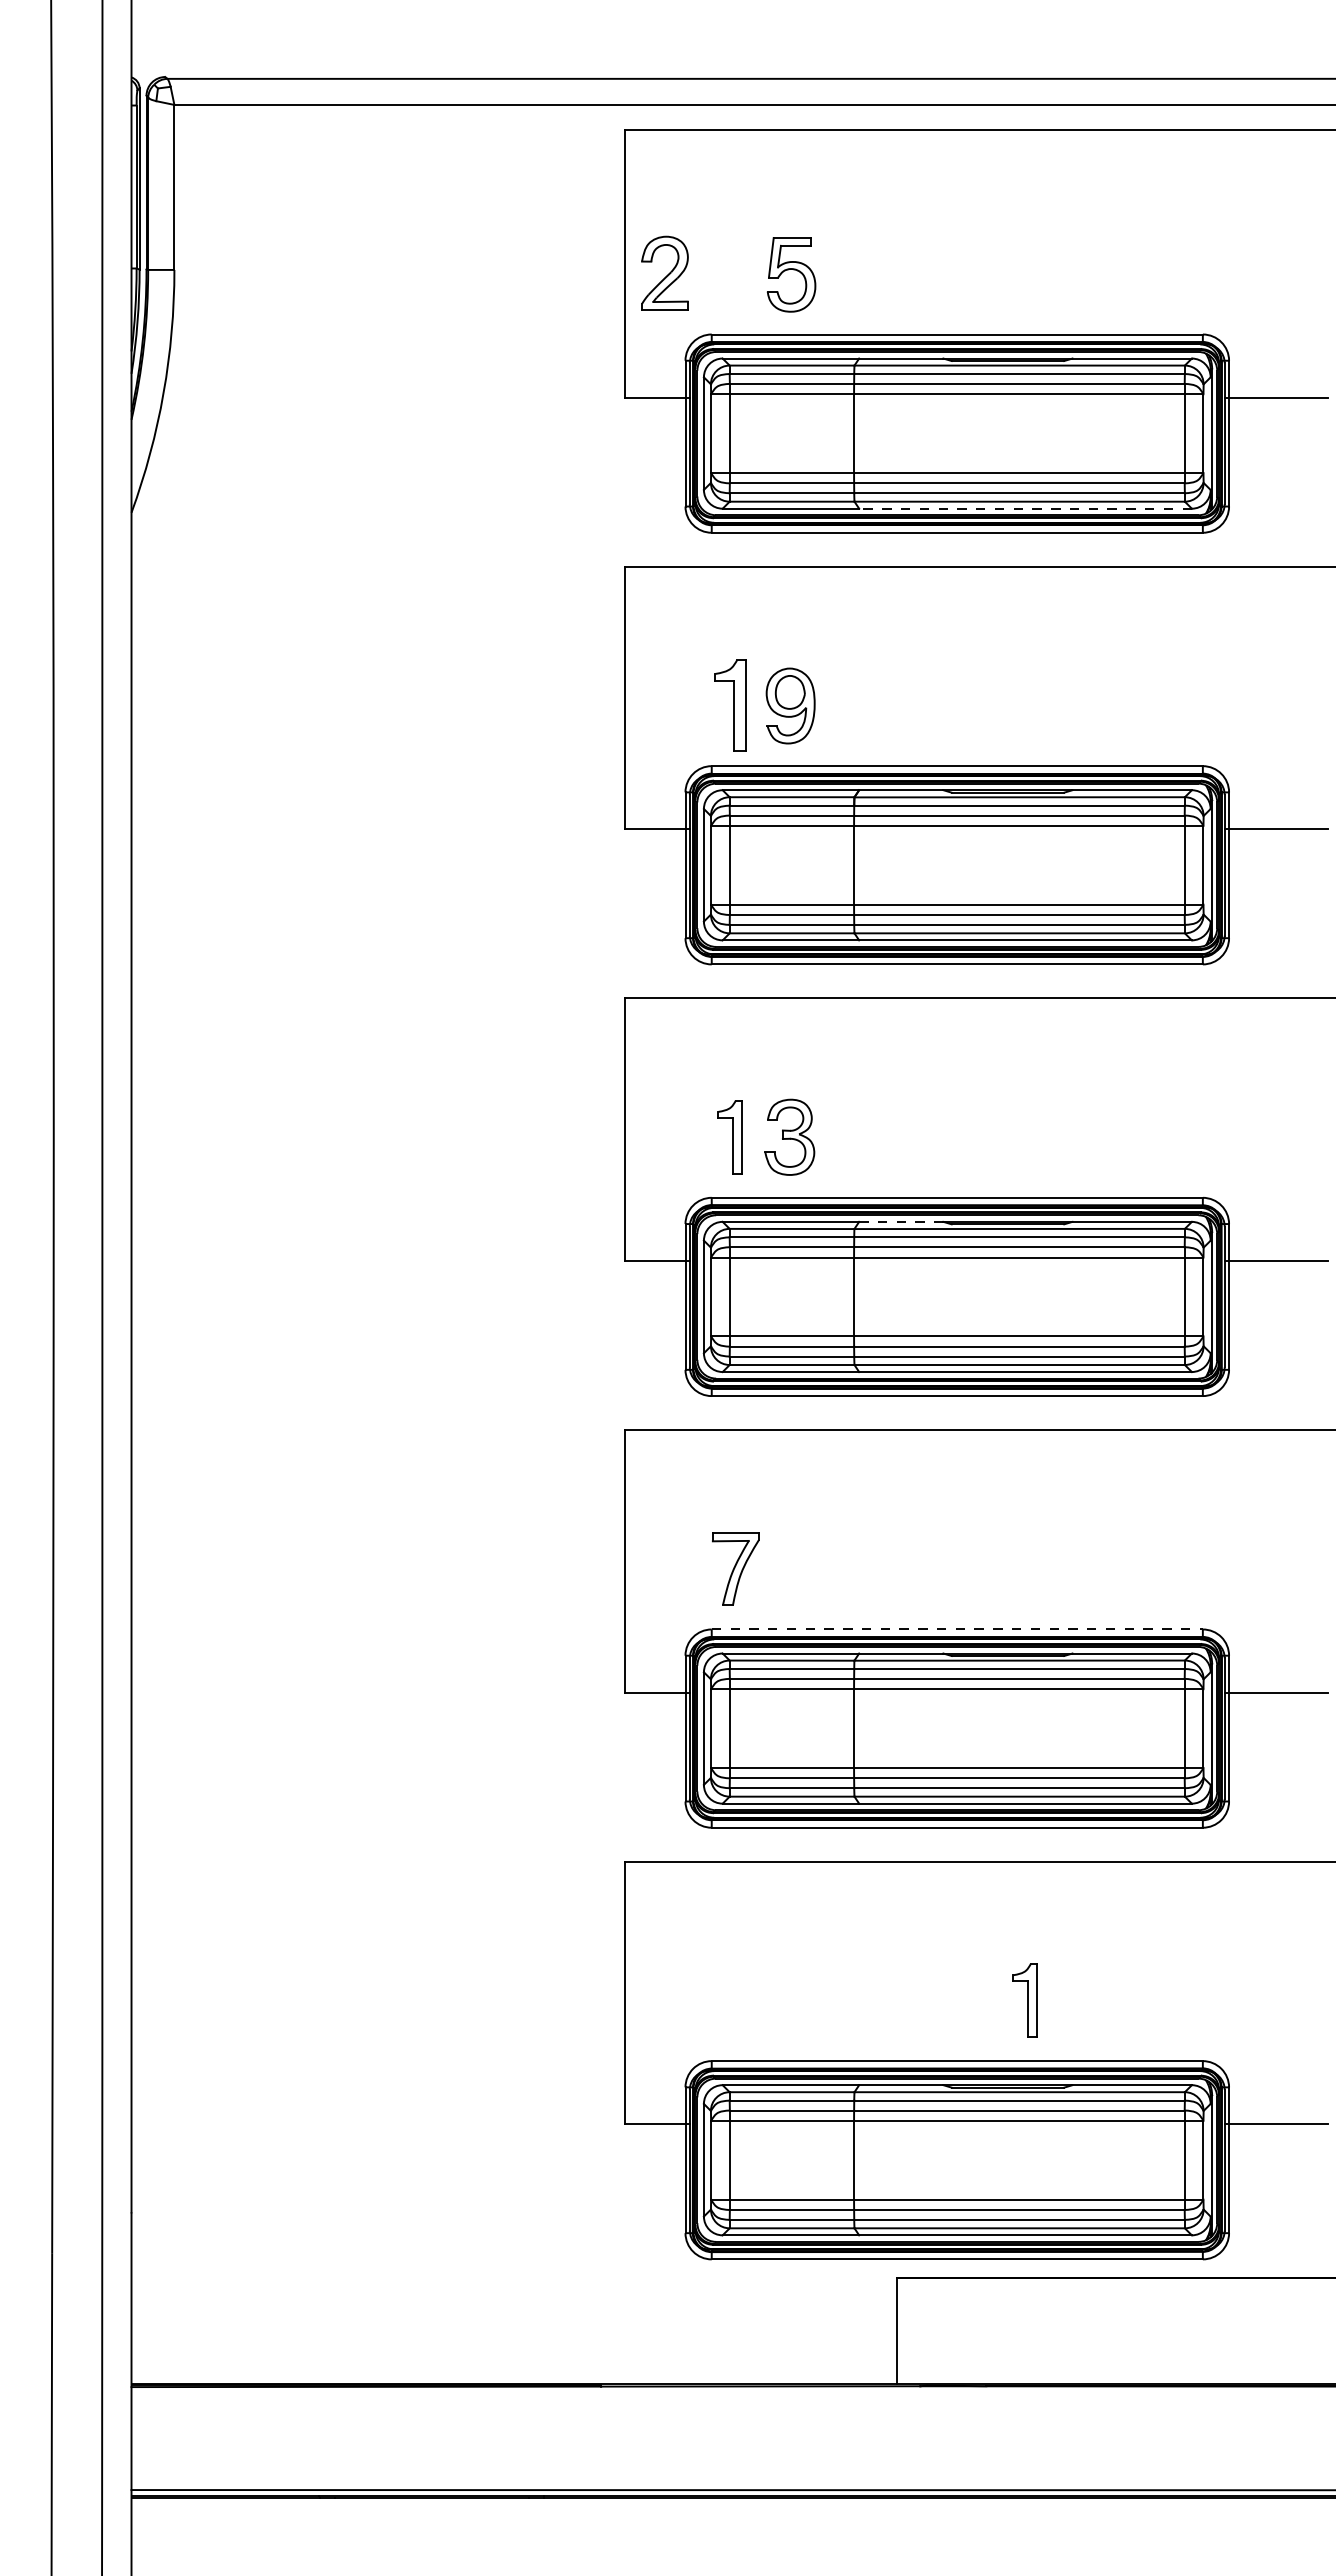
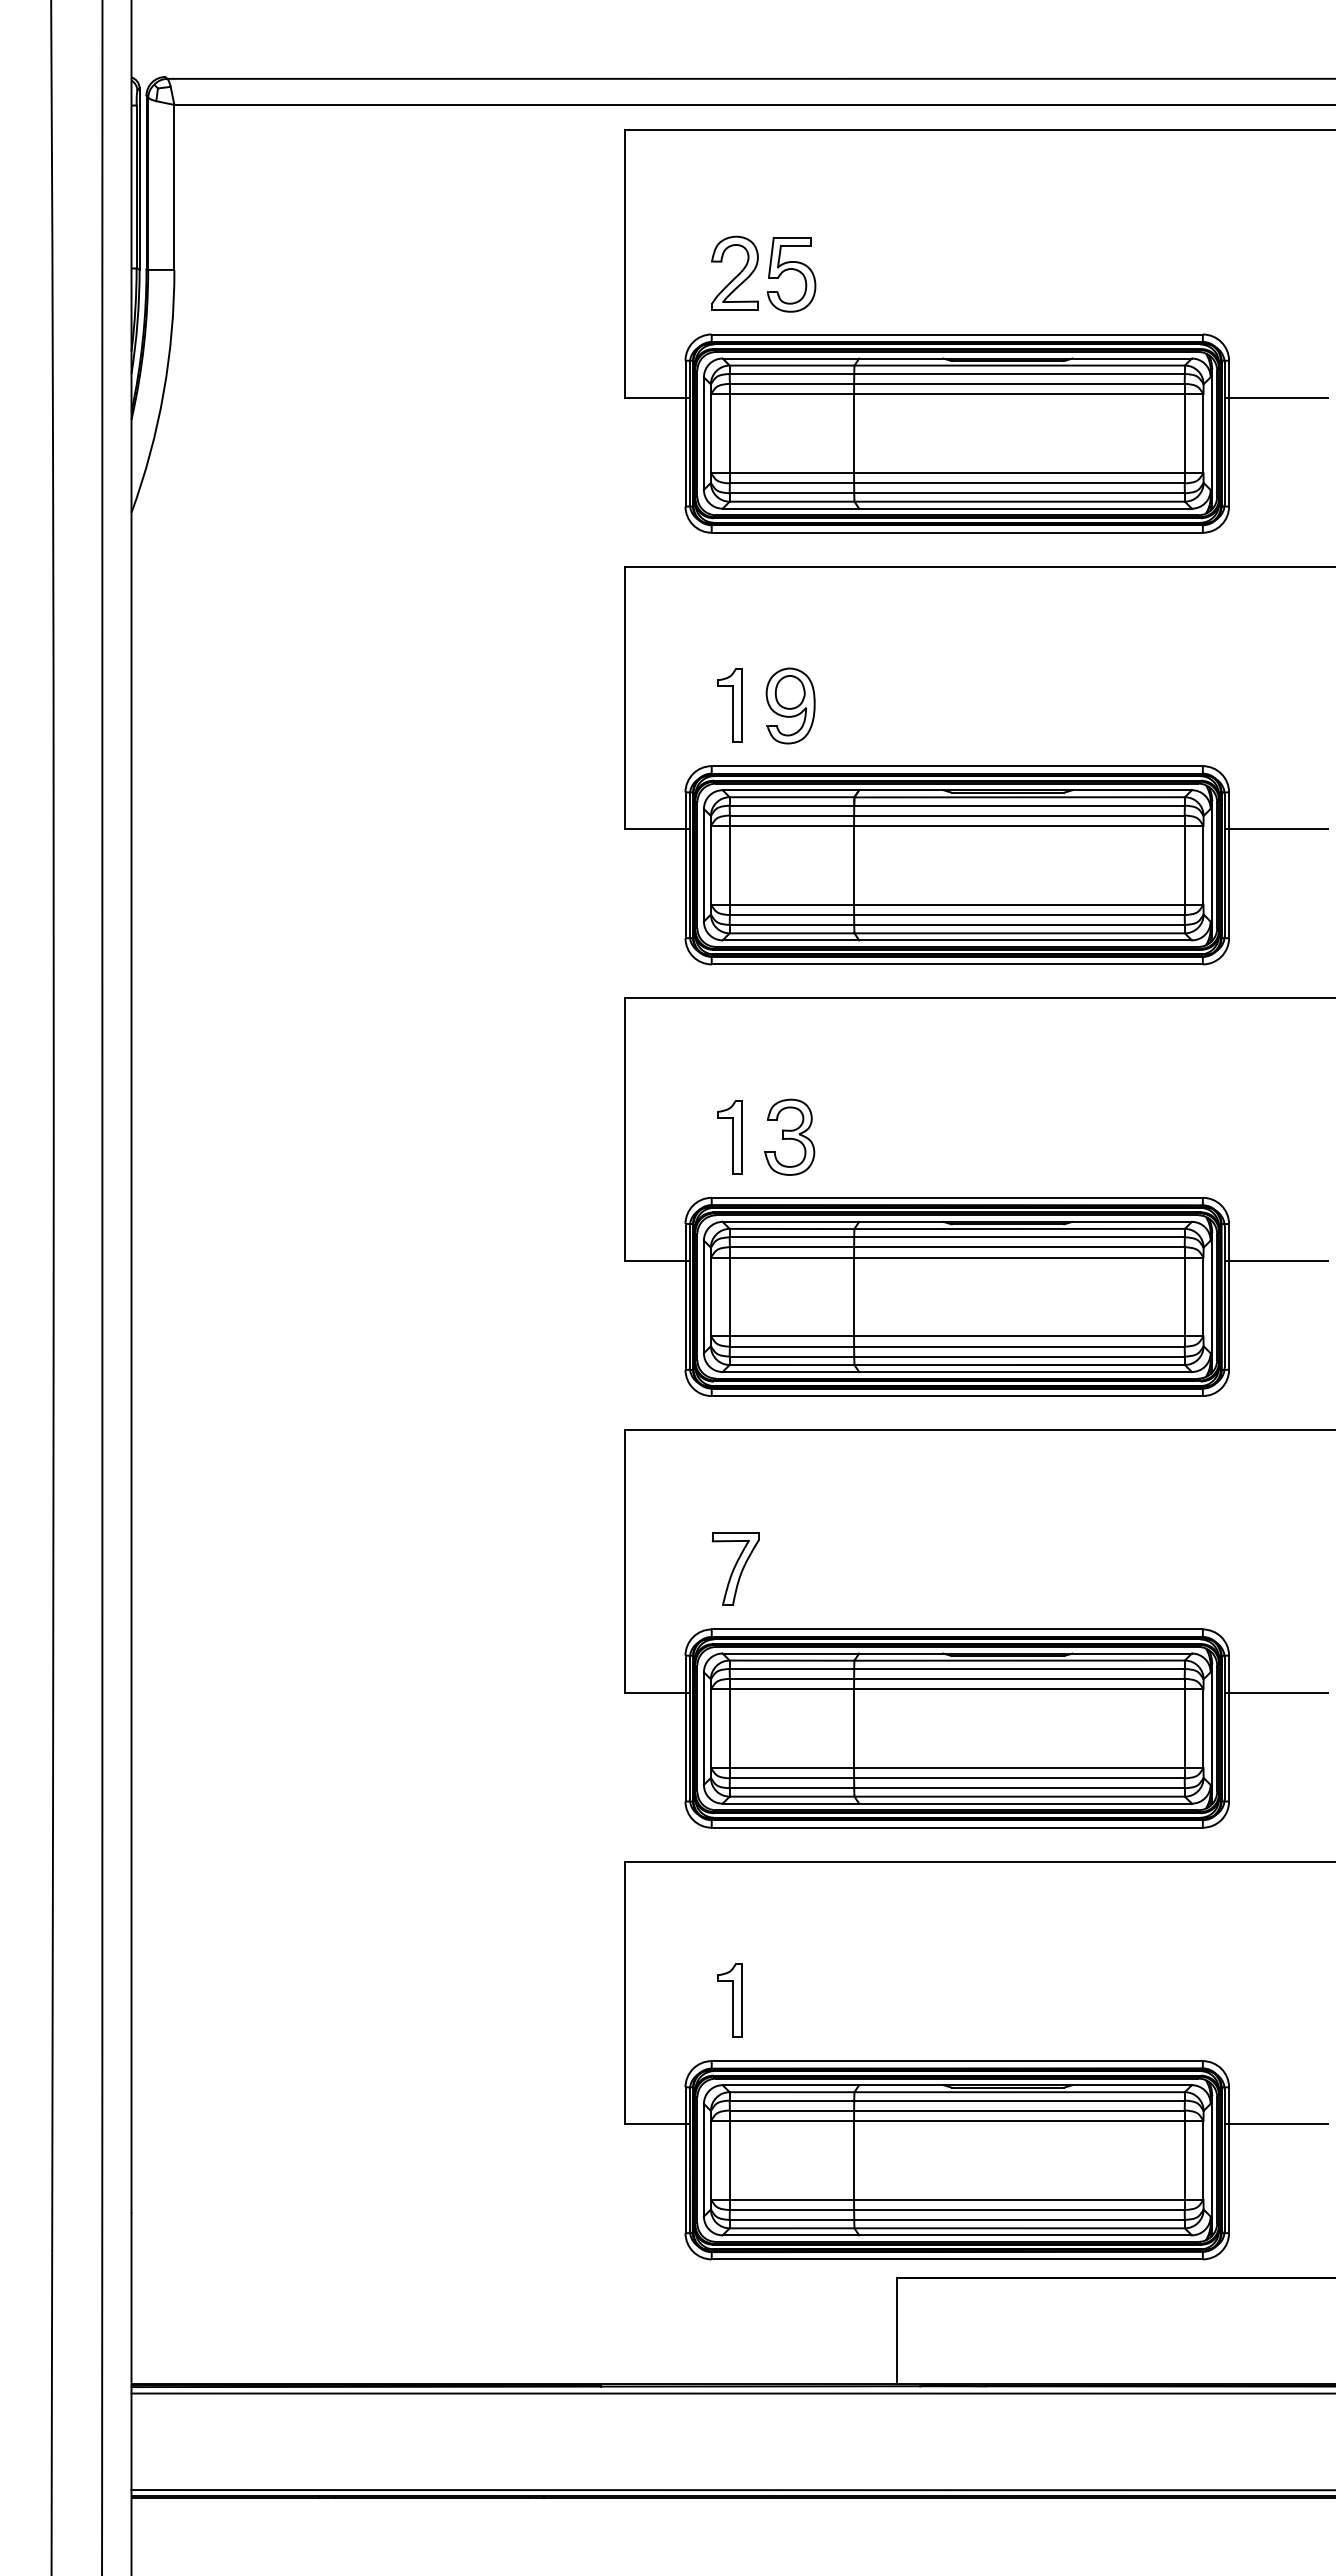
part at (664, 272) position: (664, 272) -> (734, 272)
line at (1025, 508): dashed -> solid
part at (730, 705) size: 33x93 px -> 26x75 px
line at (901, 1221): dashed -> solid
line at (957, 1629): dashed -> solid
part at (1024, 2000) position: (1024, 2000) -> (729, 2000)
line at (731, 2393): none -> present
